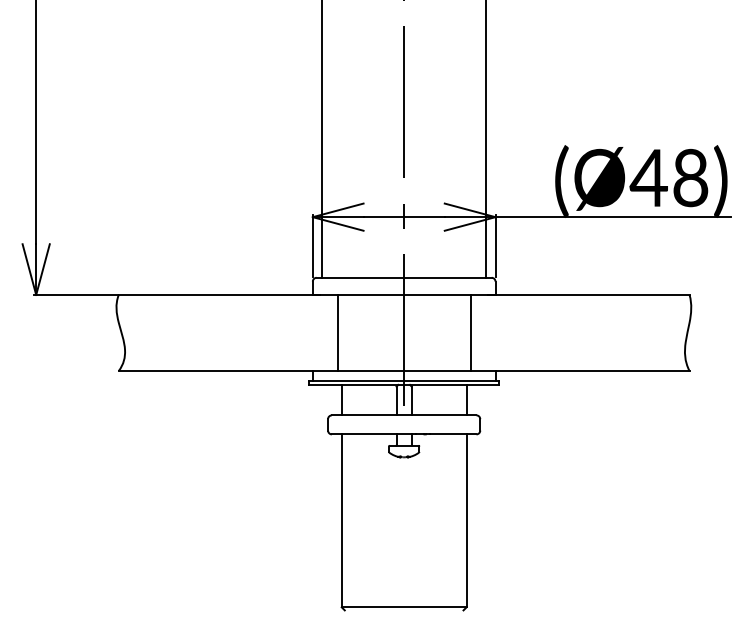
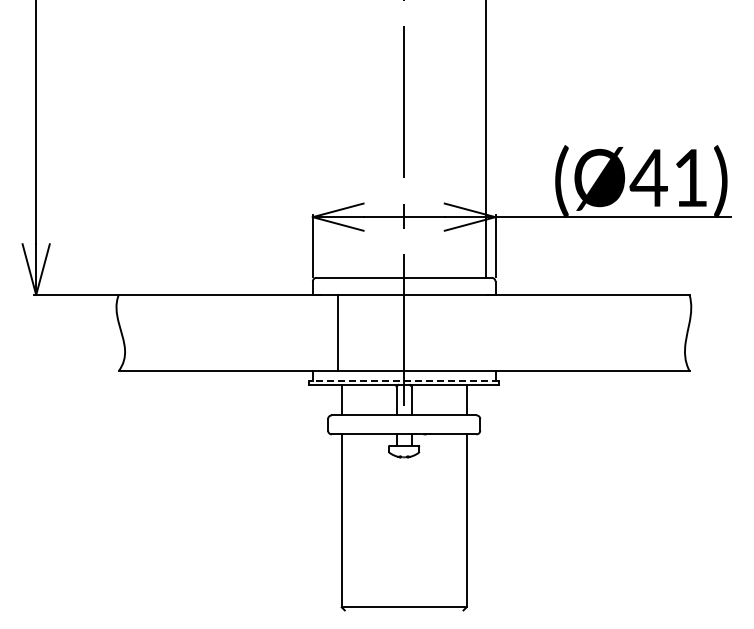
line at (322, 139): present -> none
text at (690, 177): (Ø48) -> (Ø41)
line at (470, 332): present -> none
line at (403, 380): solid -> dashed
